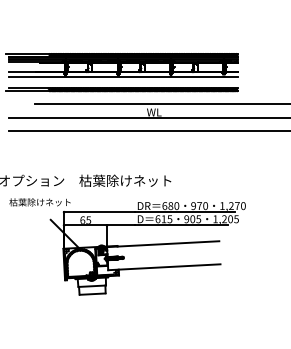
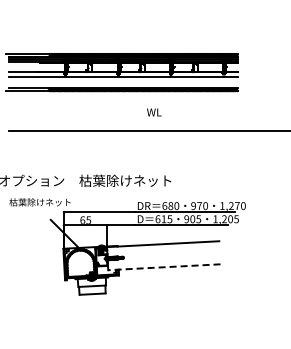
line at (161, 104): present -> none
line at (147, 117): present -> none
line at (163, 267): solid -> dashed
